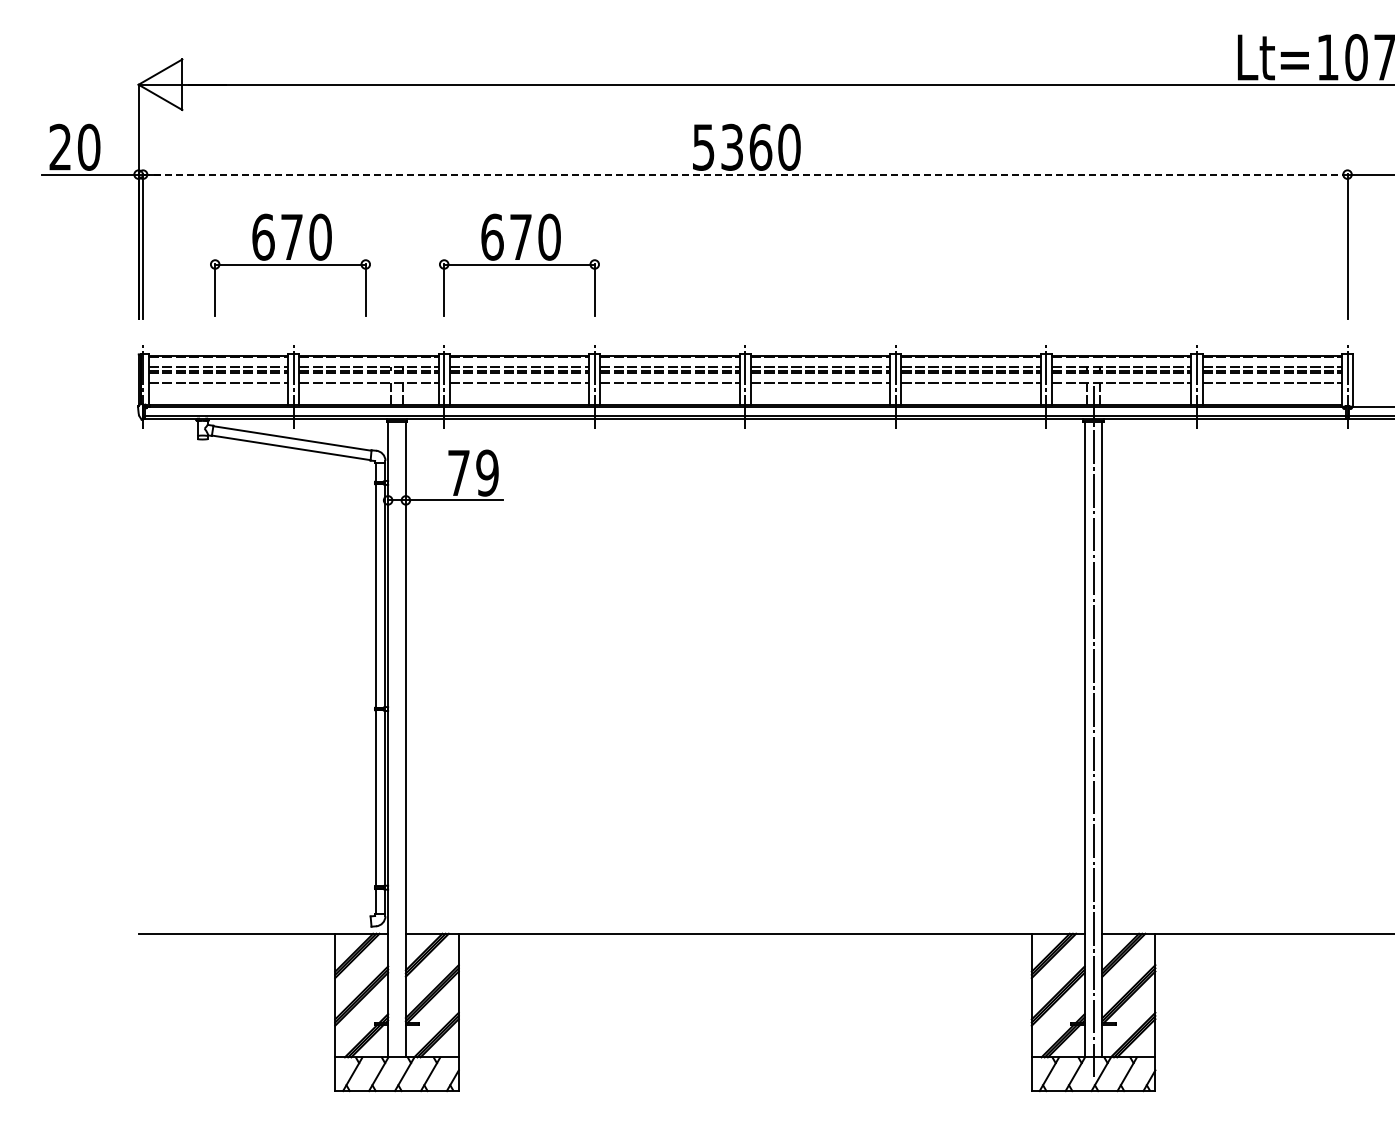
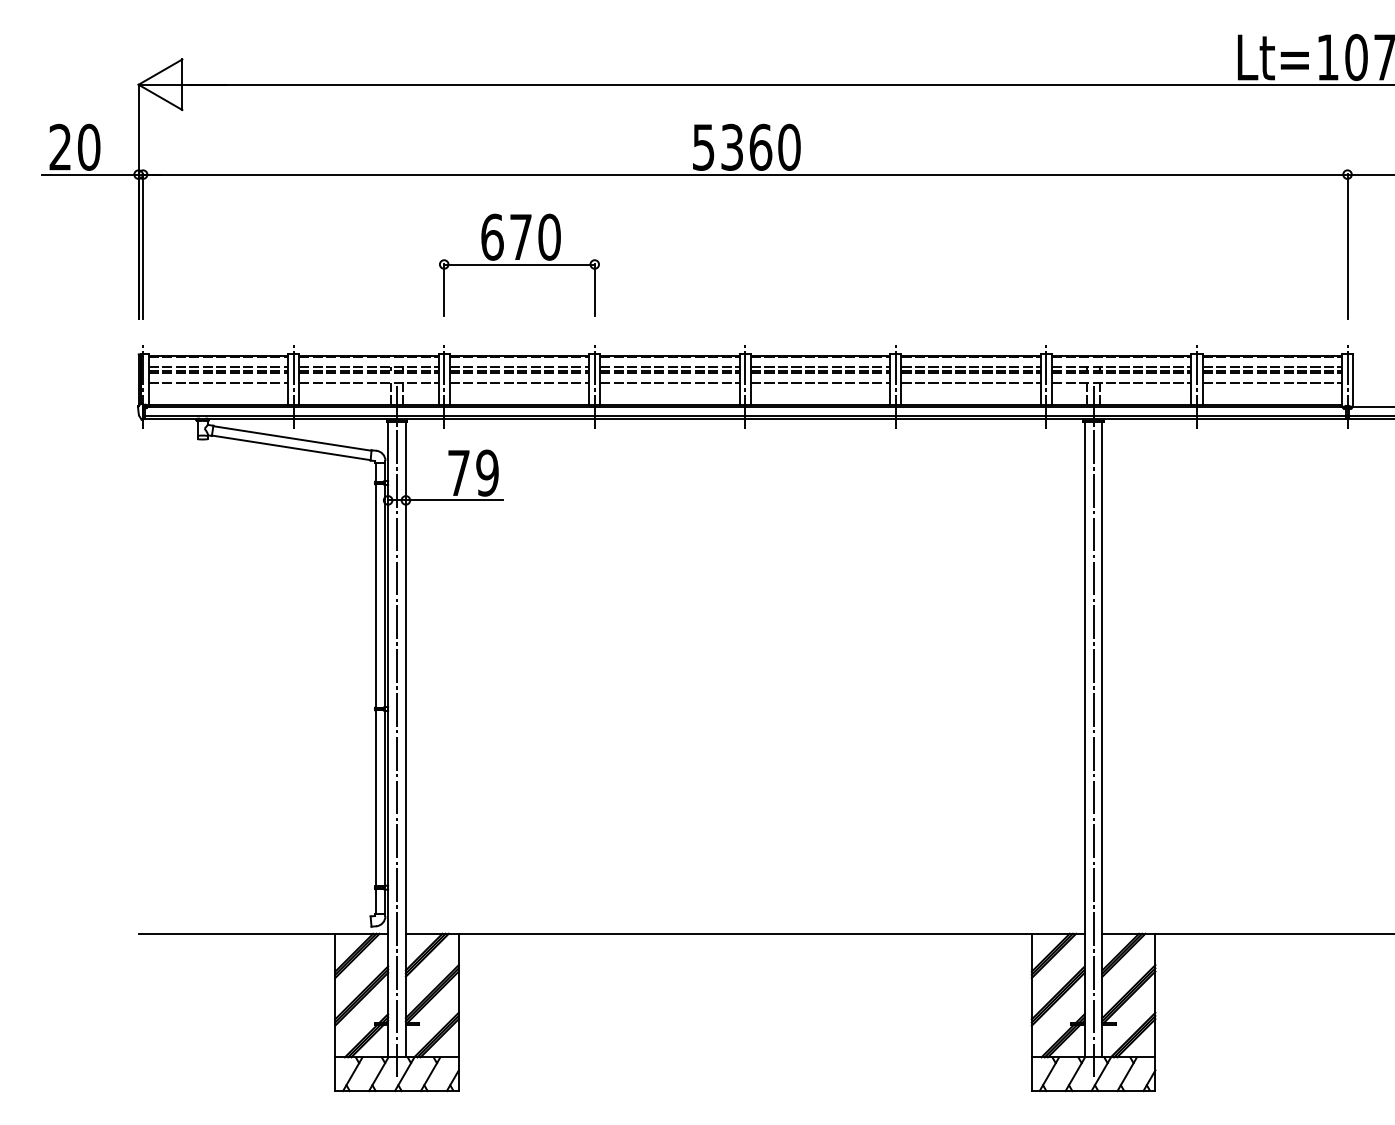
line at (745, 174): dashed -> solid
part at (290, 264): present -> none
line at (397, 733): none -> present
